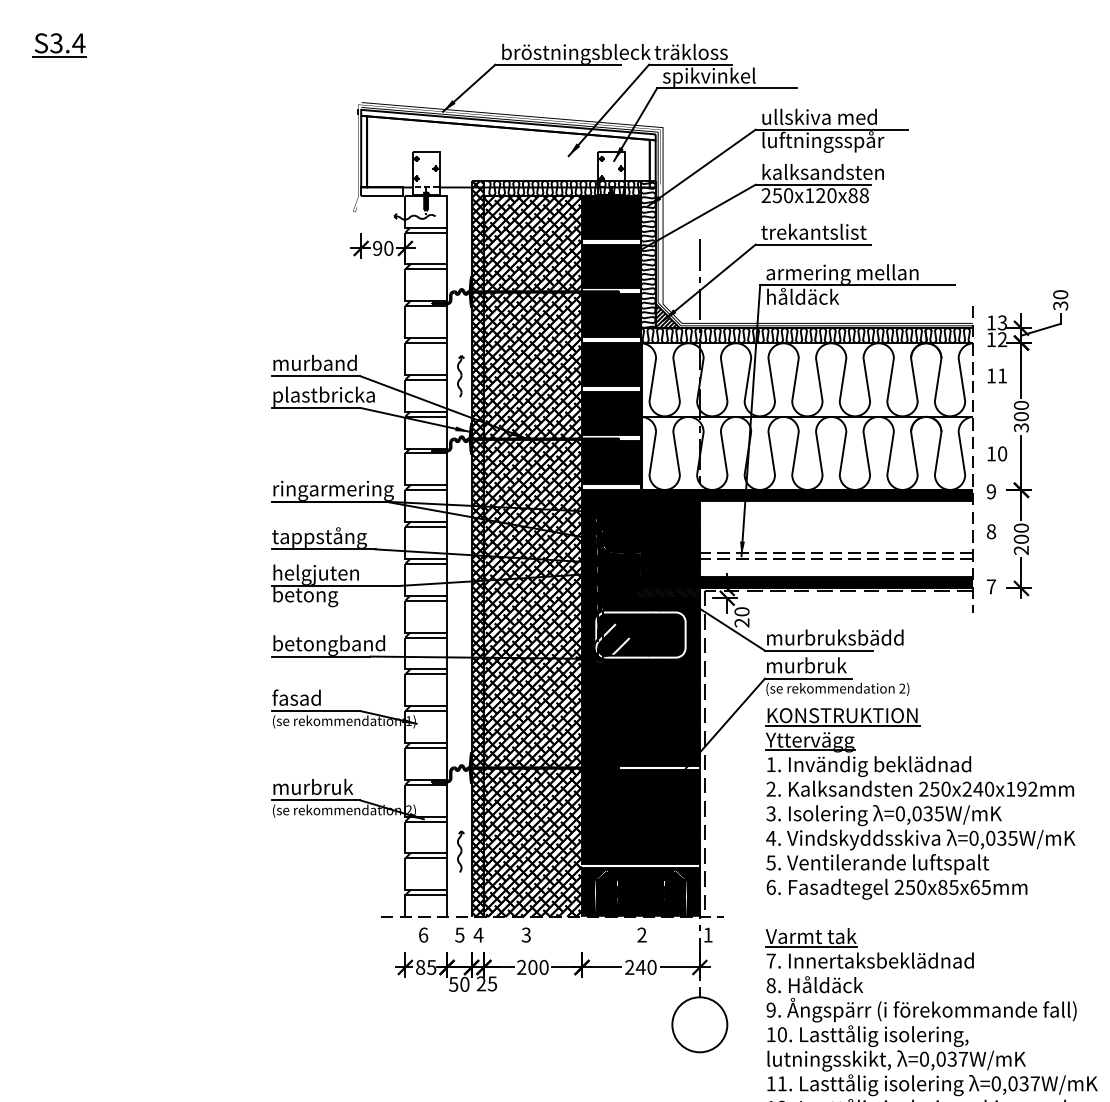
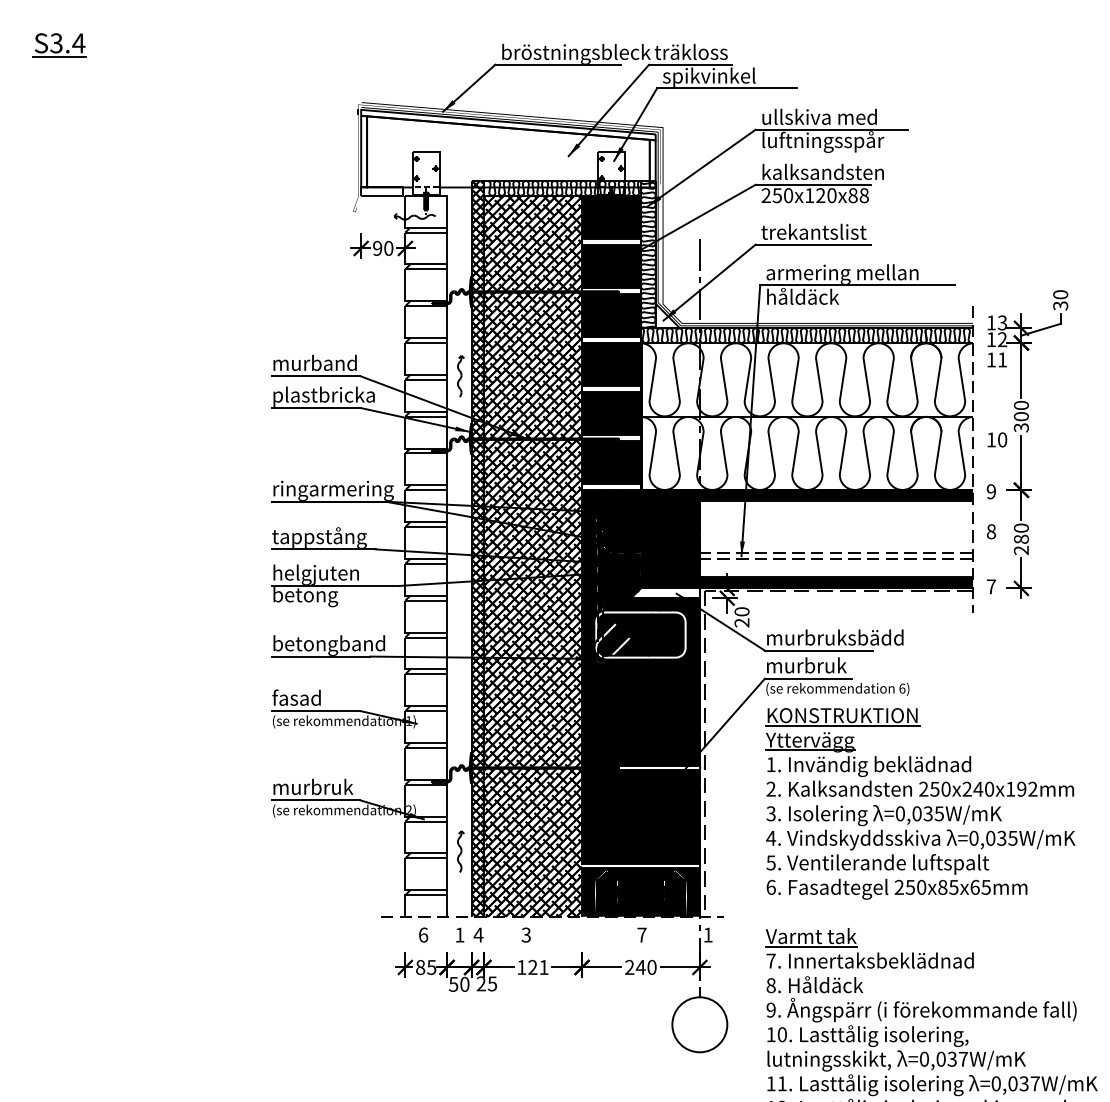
hatch at (666, 316): present -> none
text at (996, 375) position: (996, 375) -> (996, 359)
text at (997, 453) position: (997, 453) -> (997, 439)
text at (1021, 538): 200 -> 280
hatch at (665, 593): present -> none
text at (902, 688): 2) -> 6)
text at (459, 934): 5 -> 1
text at (641, 934): 2 -> 7
text at (532, 966): 200 -> 121
